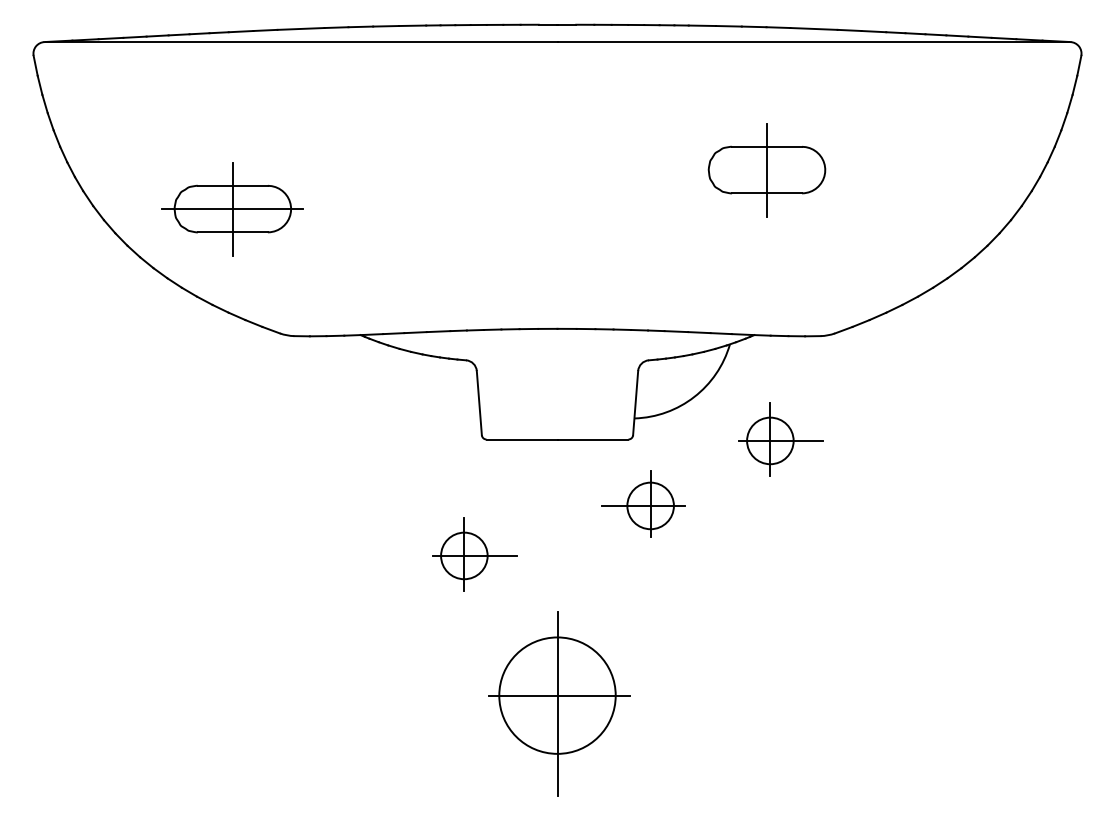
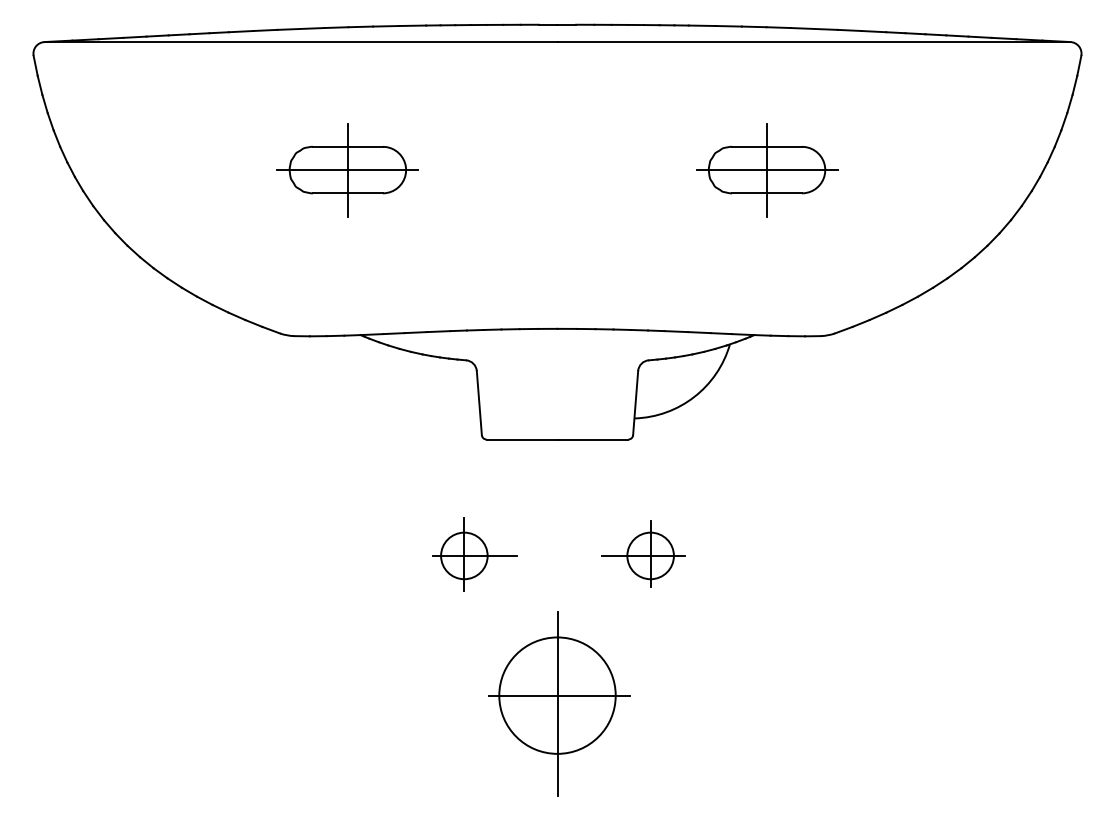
line at (766, 170): none -> present
part at (232, 209) position: (232, 209) -> (347, 170)
part at (780, 439): present -> none
part at (643, 503) position: (643, 503) -> (643, 553)
